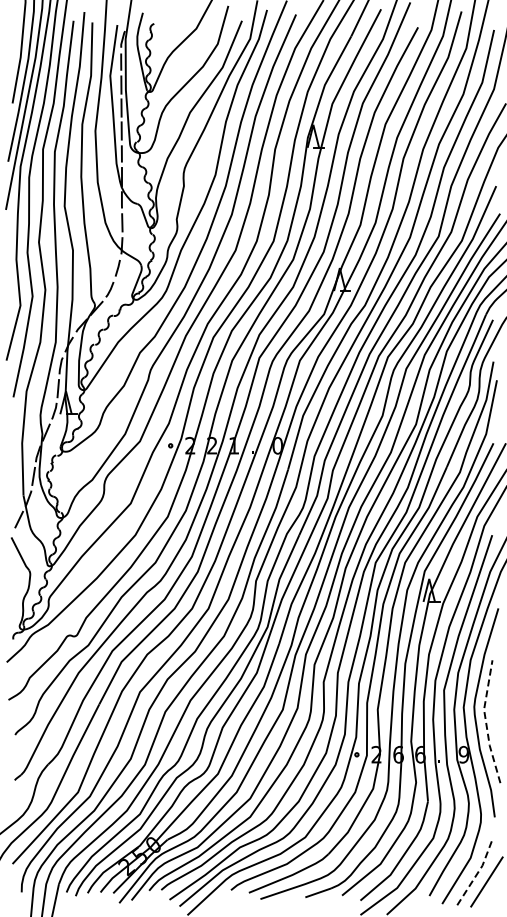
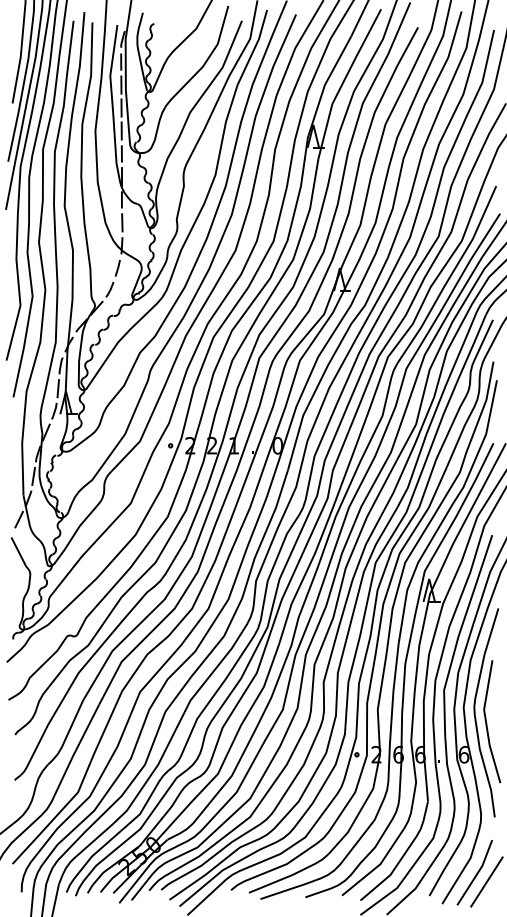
line at (485, 721): dashed -> solid
text at (463, 754): 9 -> 6
line at (477, 873): dashed -> solid
